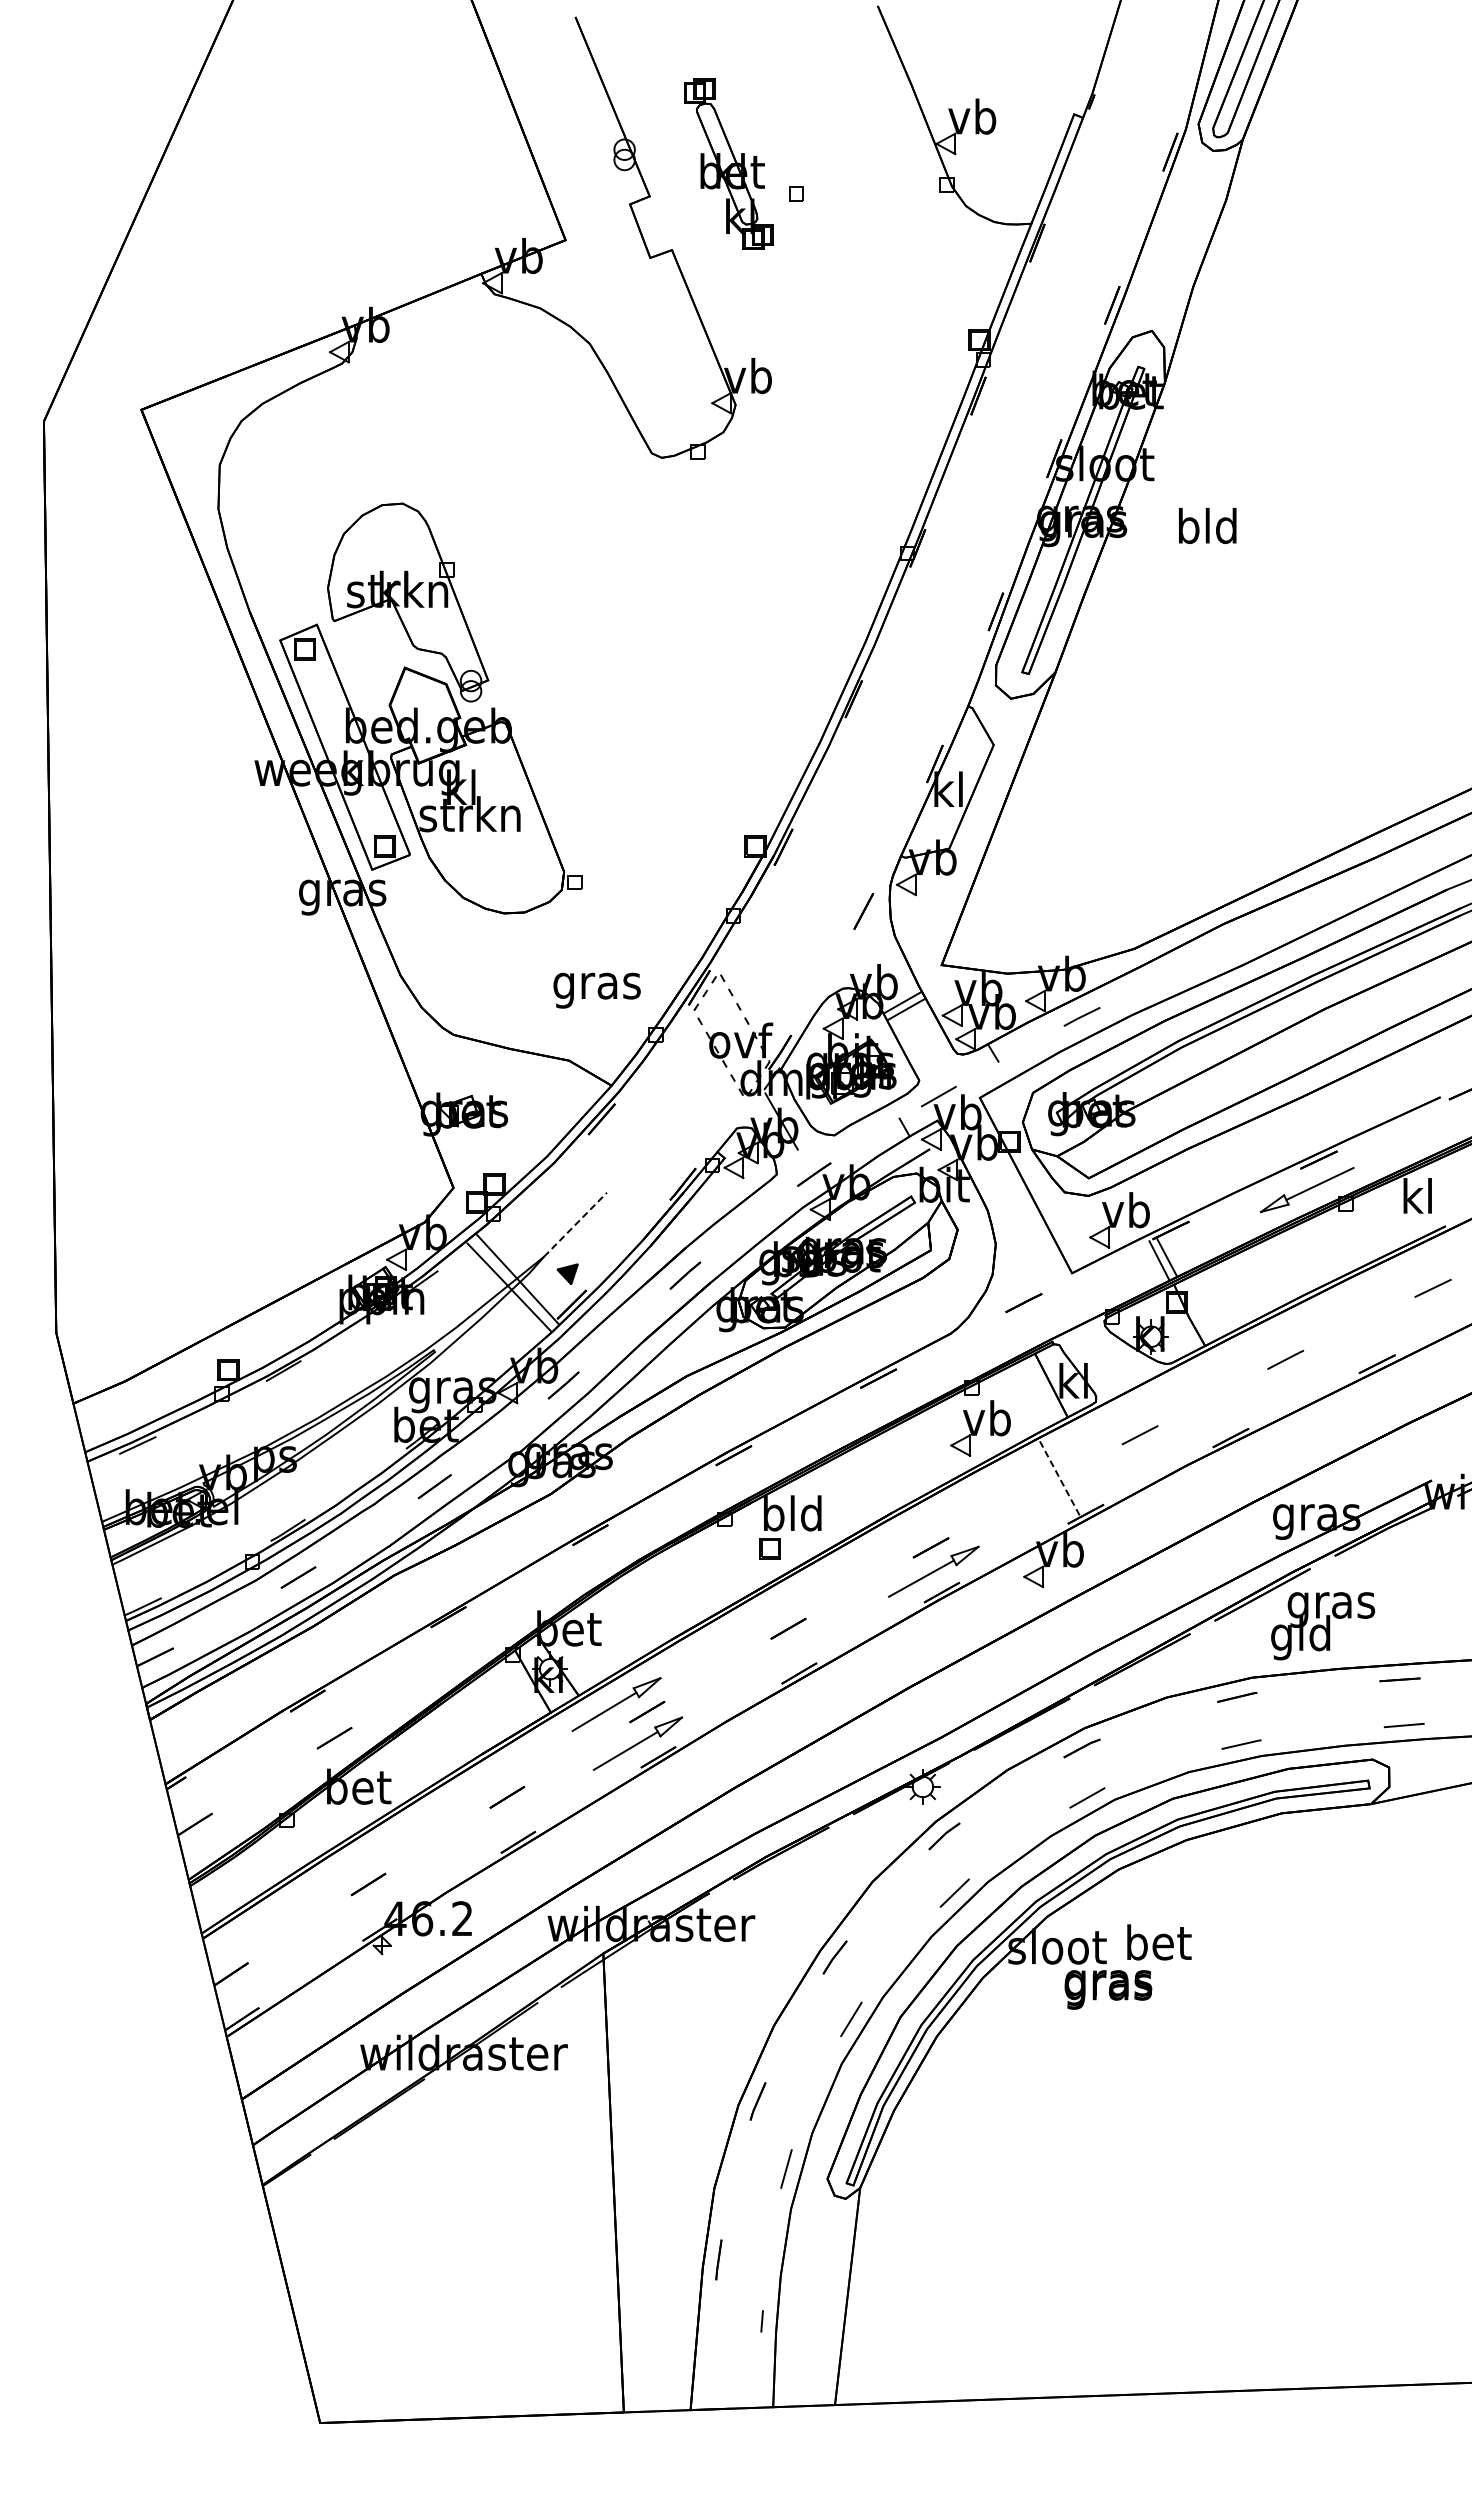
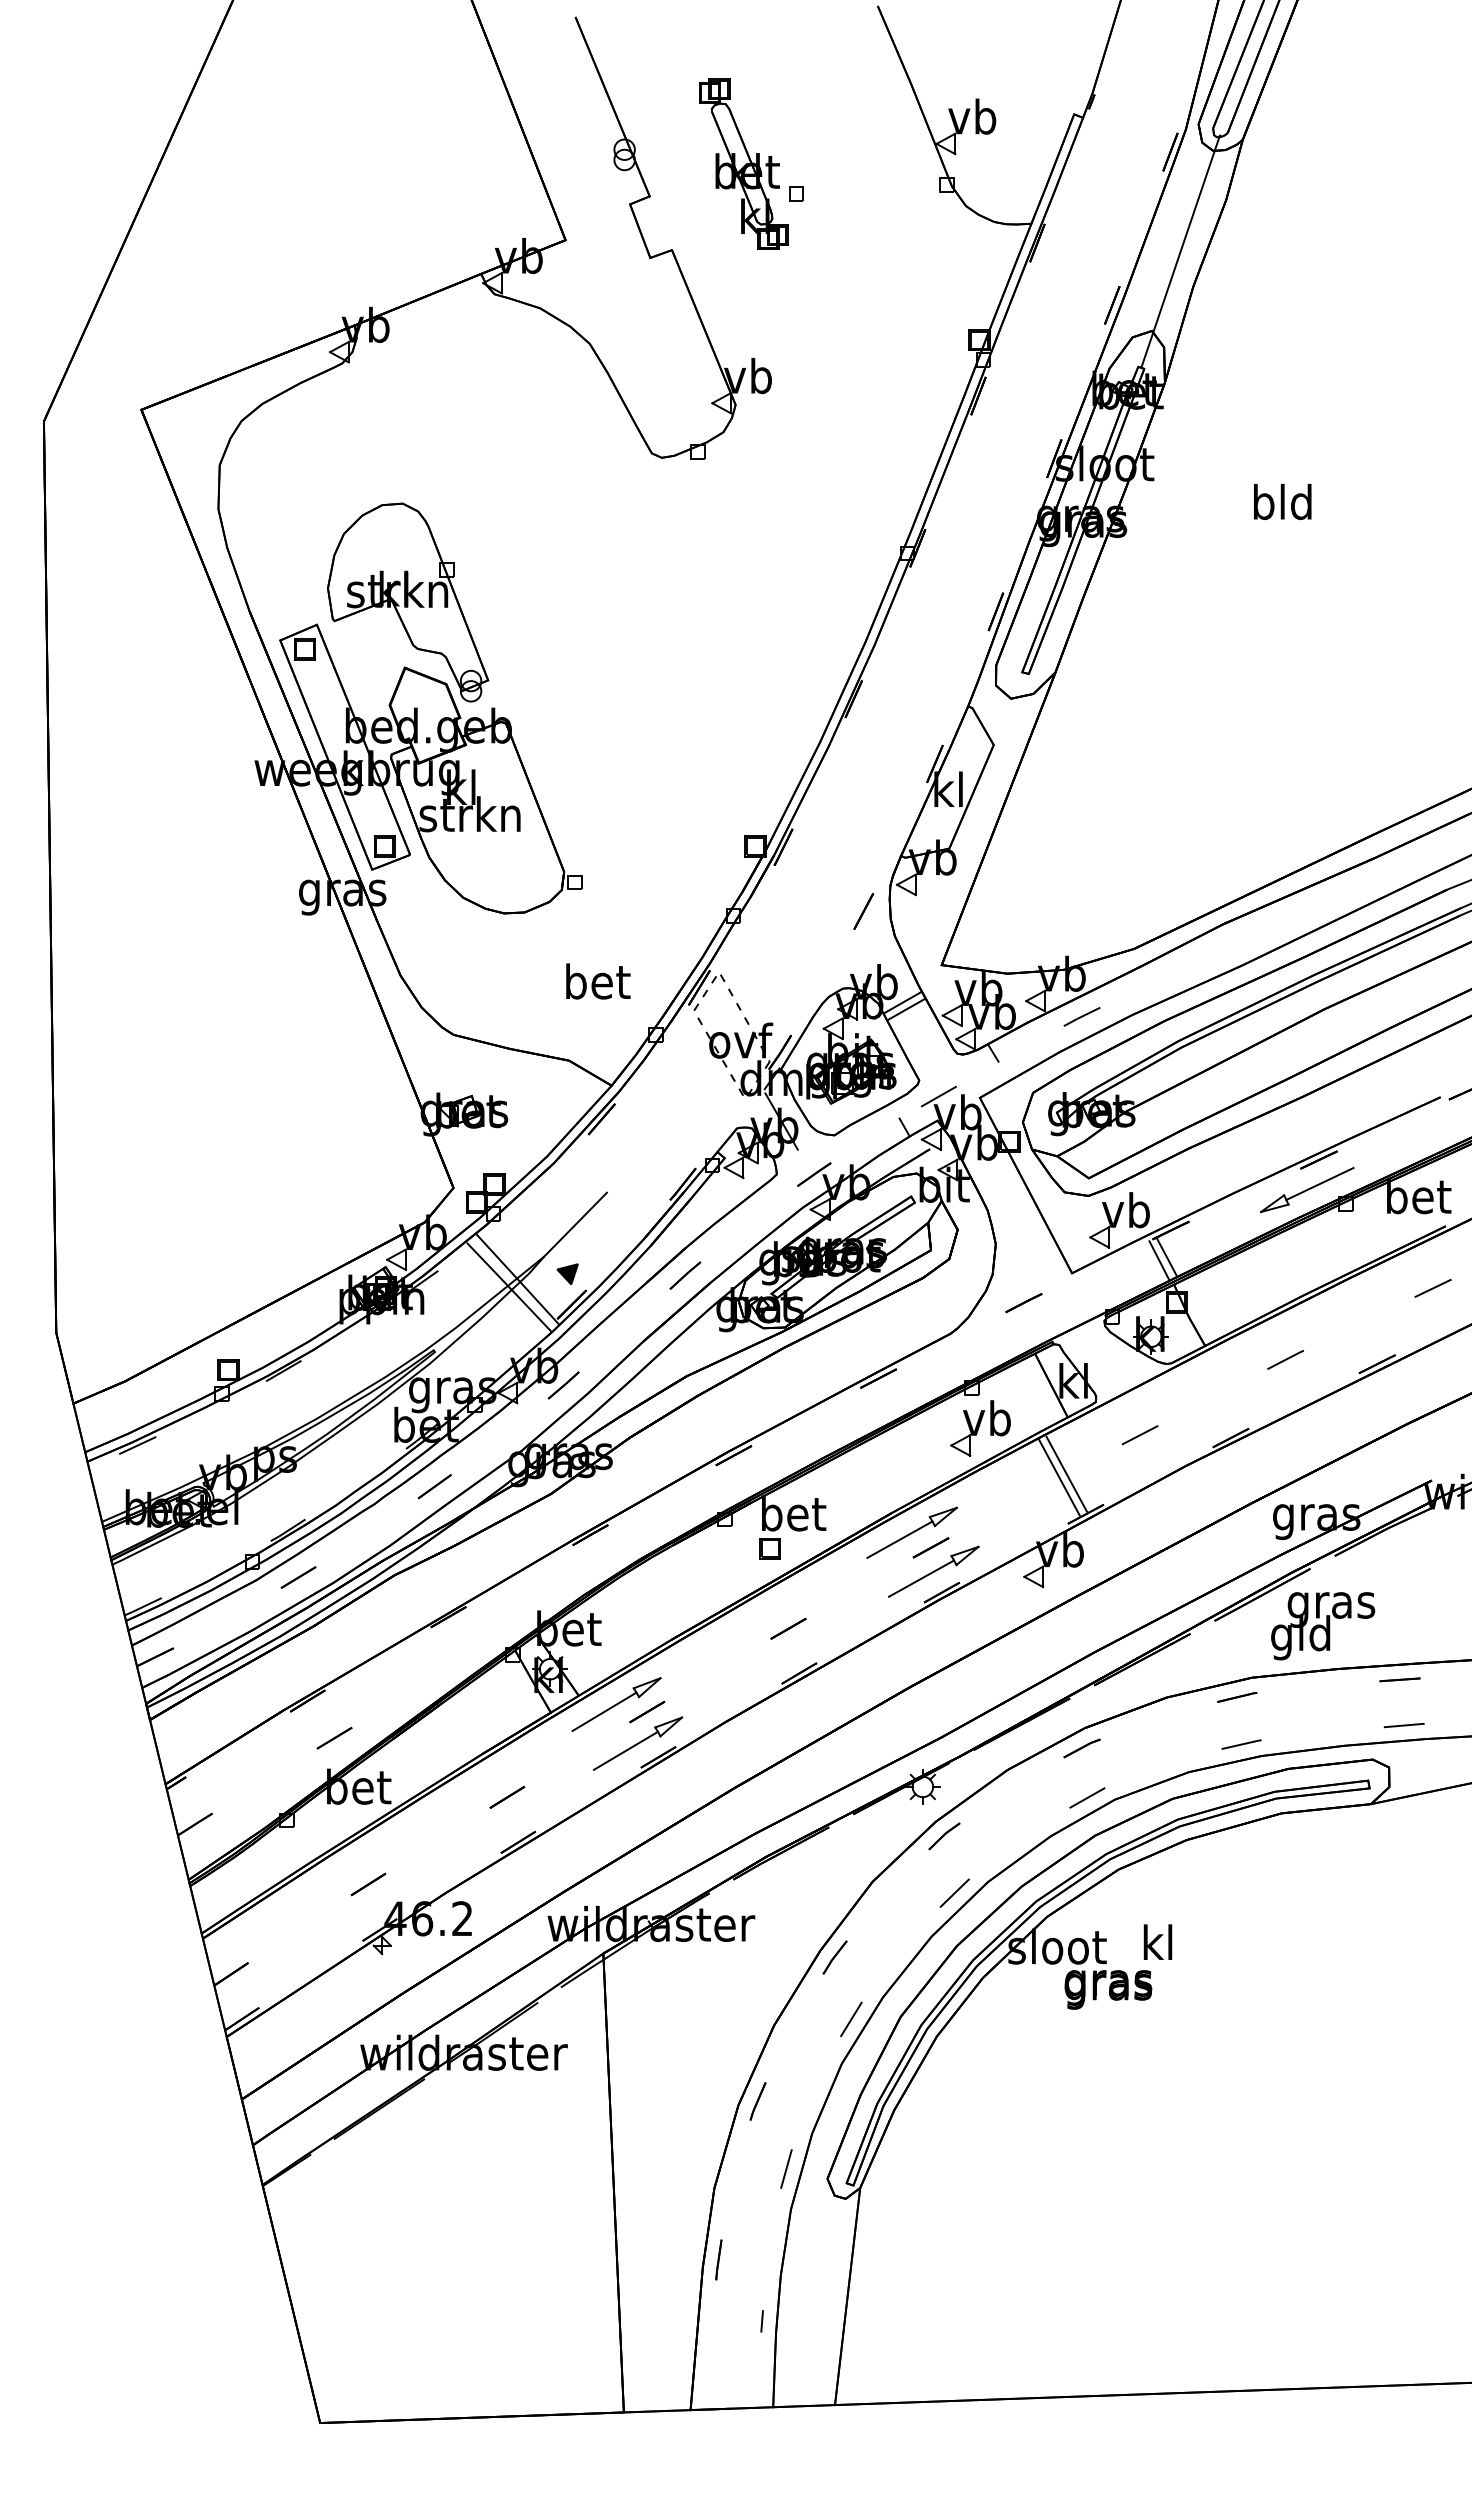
part at (728, 163) position: (728, 163) -> (743, 163)
line at (1180, 251): none -> present
text at (1207, 525) position: (1207, 525) -> (1282, 501)
text at (596, 985): gras -> bet
text at (1419, 1196): kl -> bet
line at (575, 1224): dashed -> solid
line at (1066, 1473): none -> present
line at (1059, 1477): dashed -> solid
text at (794, 1513): bld -> bet
part at (911, 1532): none -> present
text at (1159, 1942): bet -> kl
